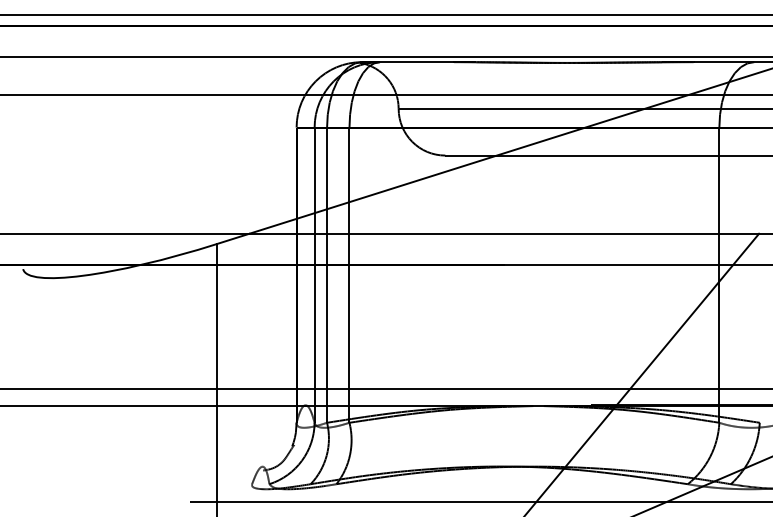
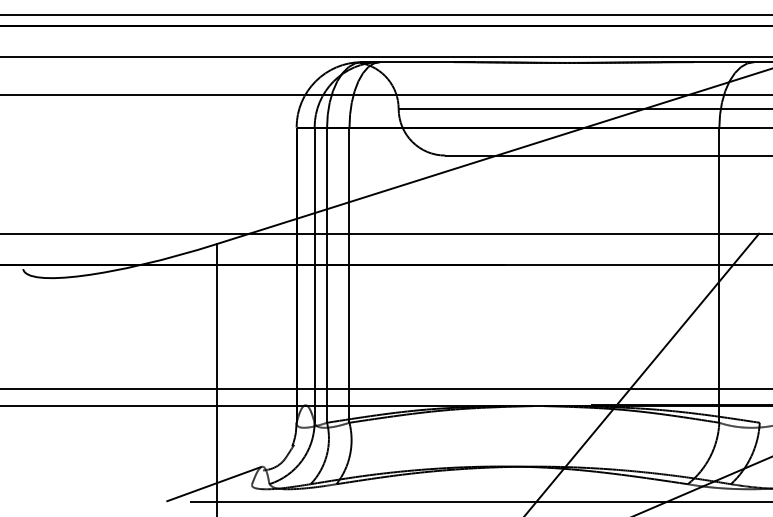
line at (213, 483): none -> present
